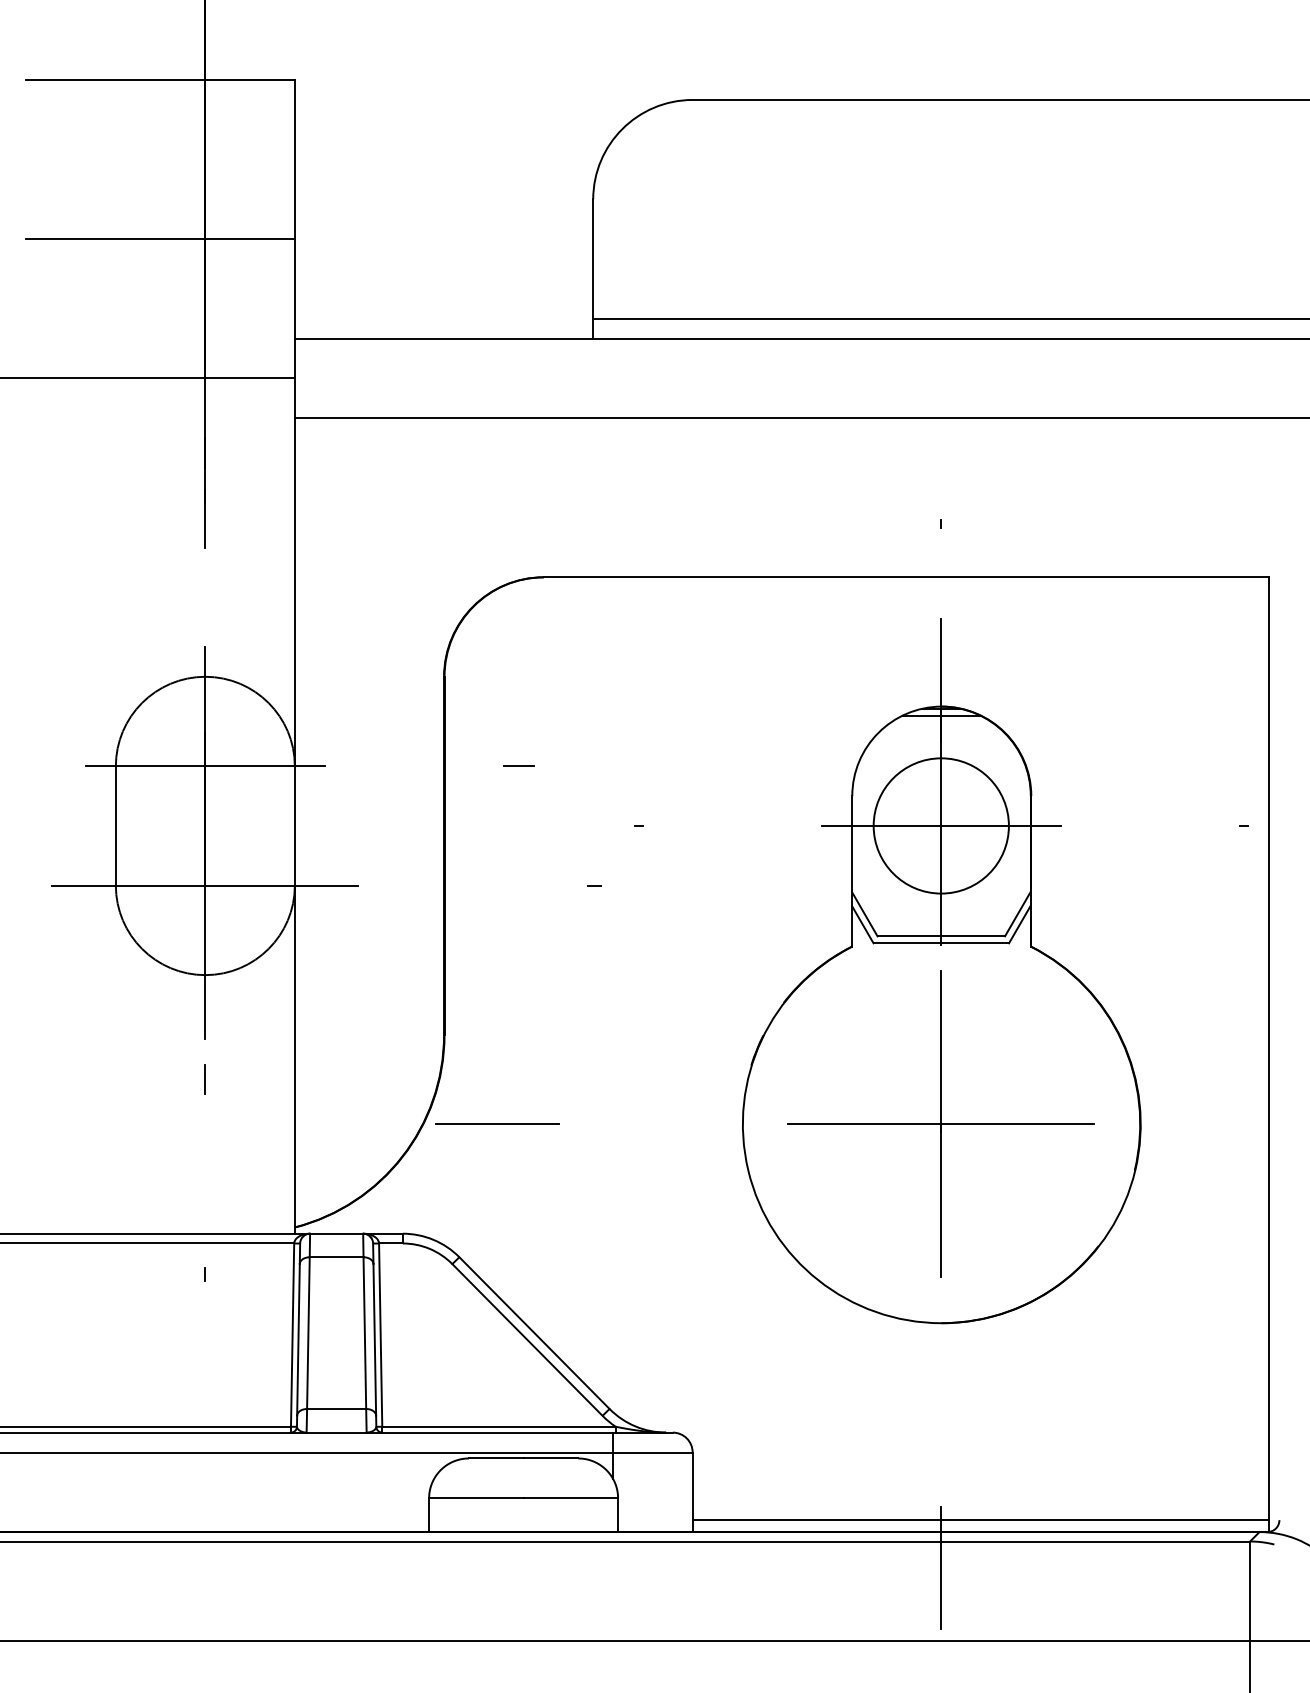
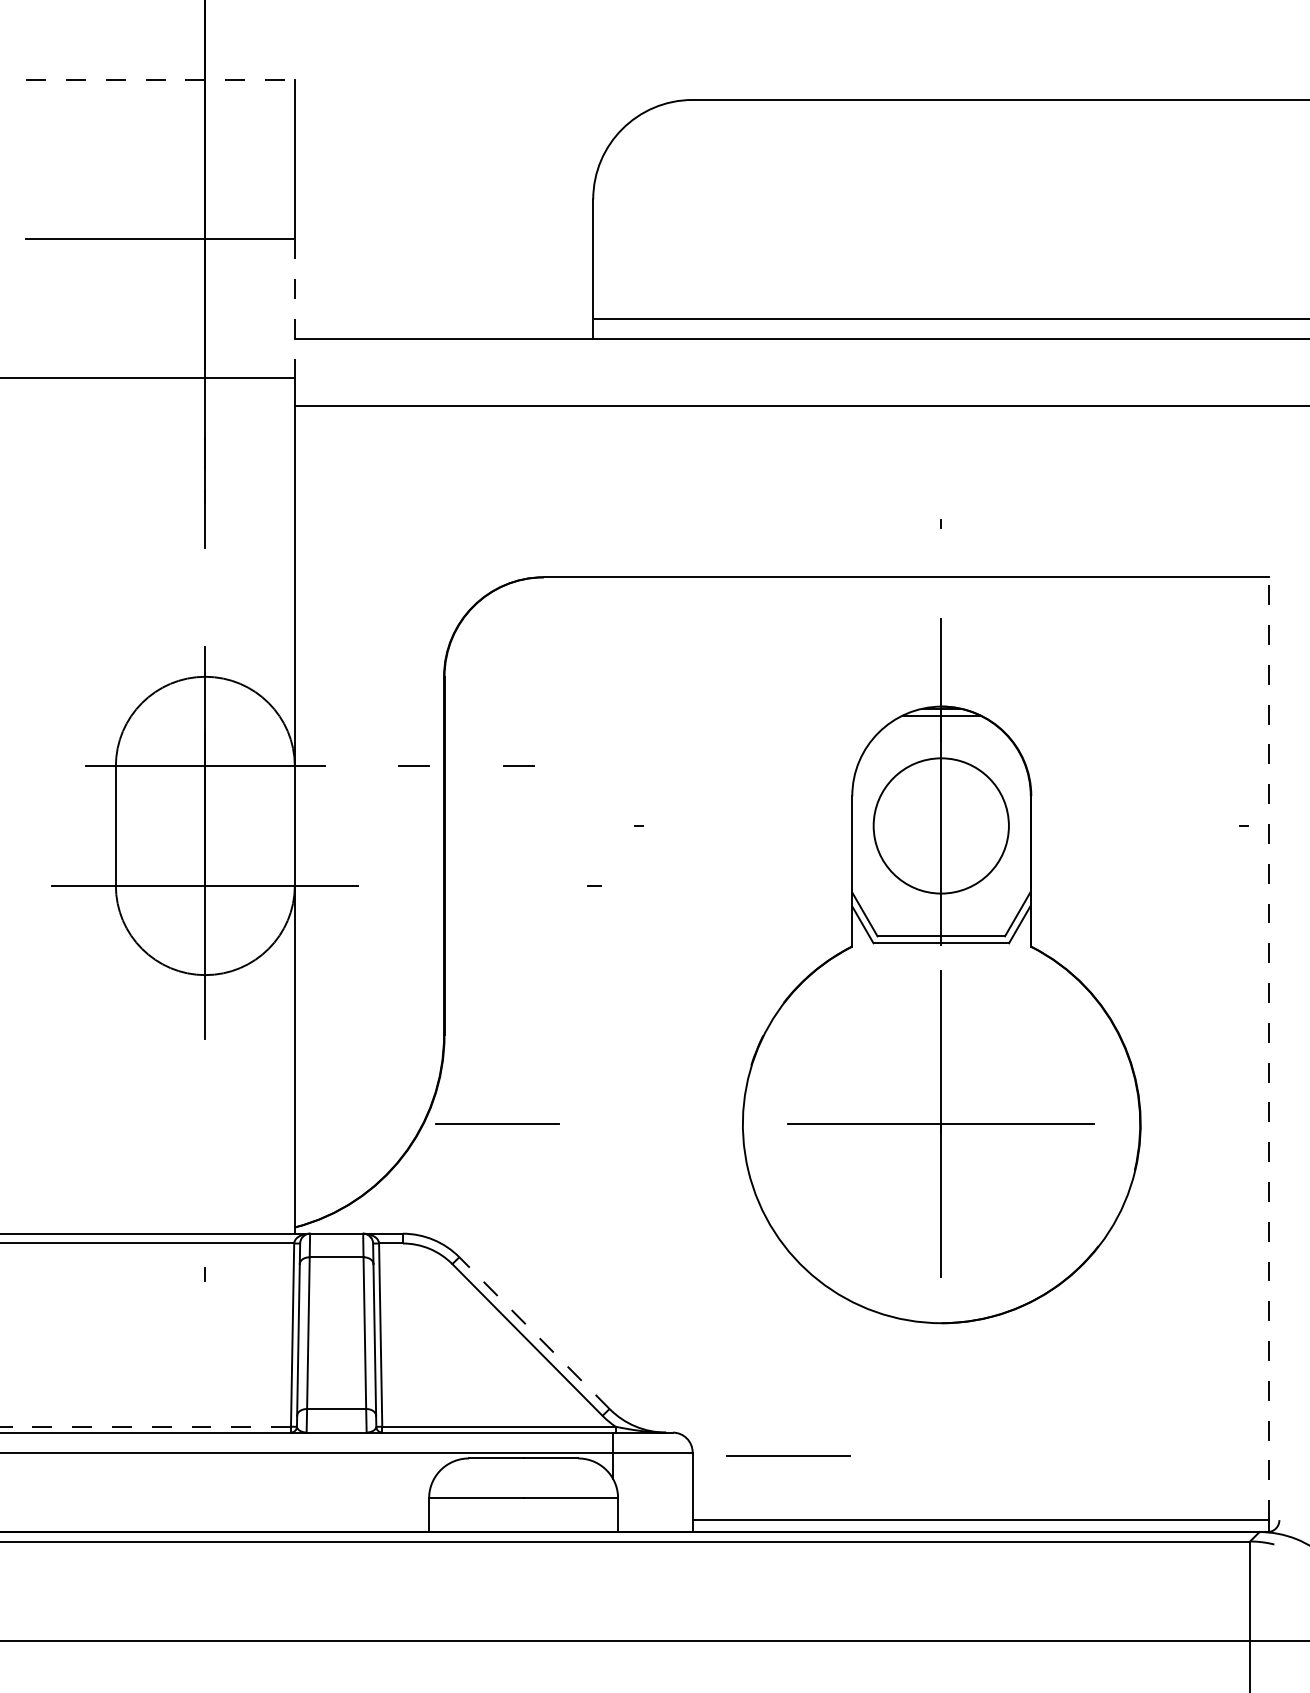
line at (161, 80): solid -> dashed
line at (294, 308): solid -> dashed
line at (800, 418) position: (800, 418) -> (800, 406)
line at (413, 765): none -> present
line at (940, 825): present -> none
line at (1269, 1048): solid -> dashed
line at (205, 1079): present -> none
line at (534, 1333): solid -> dashed
line at (145, 1426): solid -> dashed
line at (788, 1455): none -> present
line at (941, 1567): present -> none
